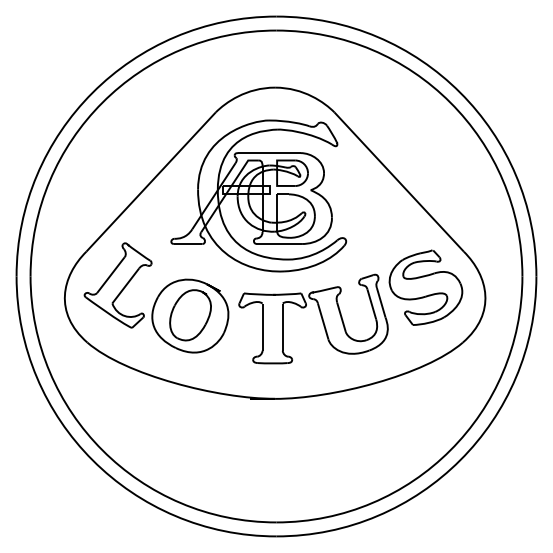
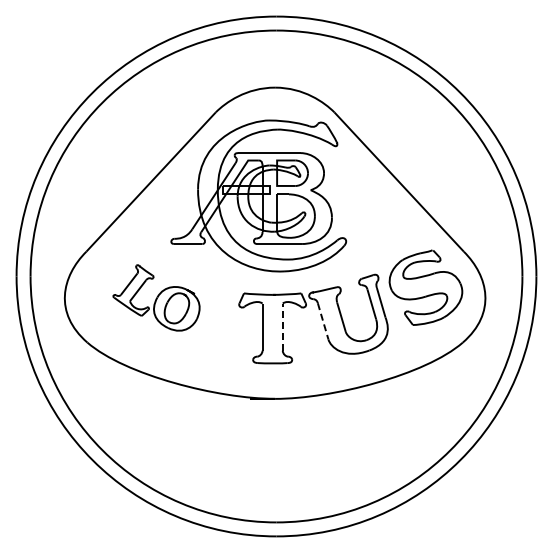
part at (156, 297) size: 147x112 px -> 89x68 px
line at (323, 321): solid -> dashed
line at (282, 327): solid -> dashed
